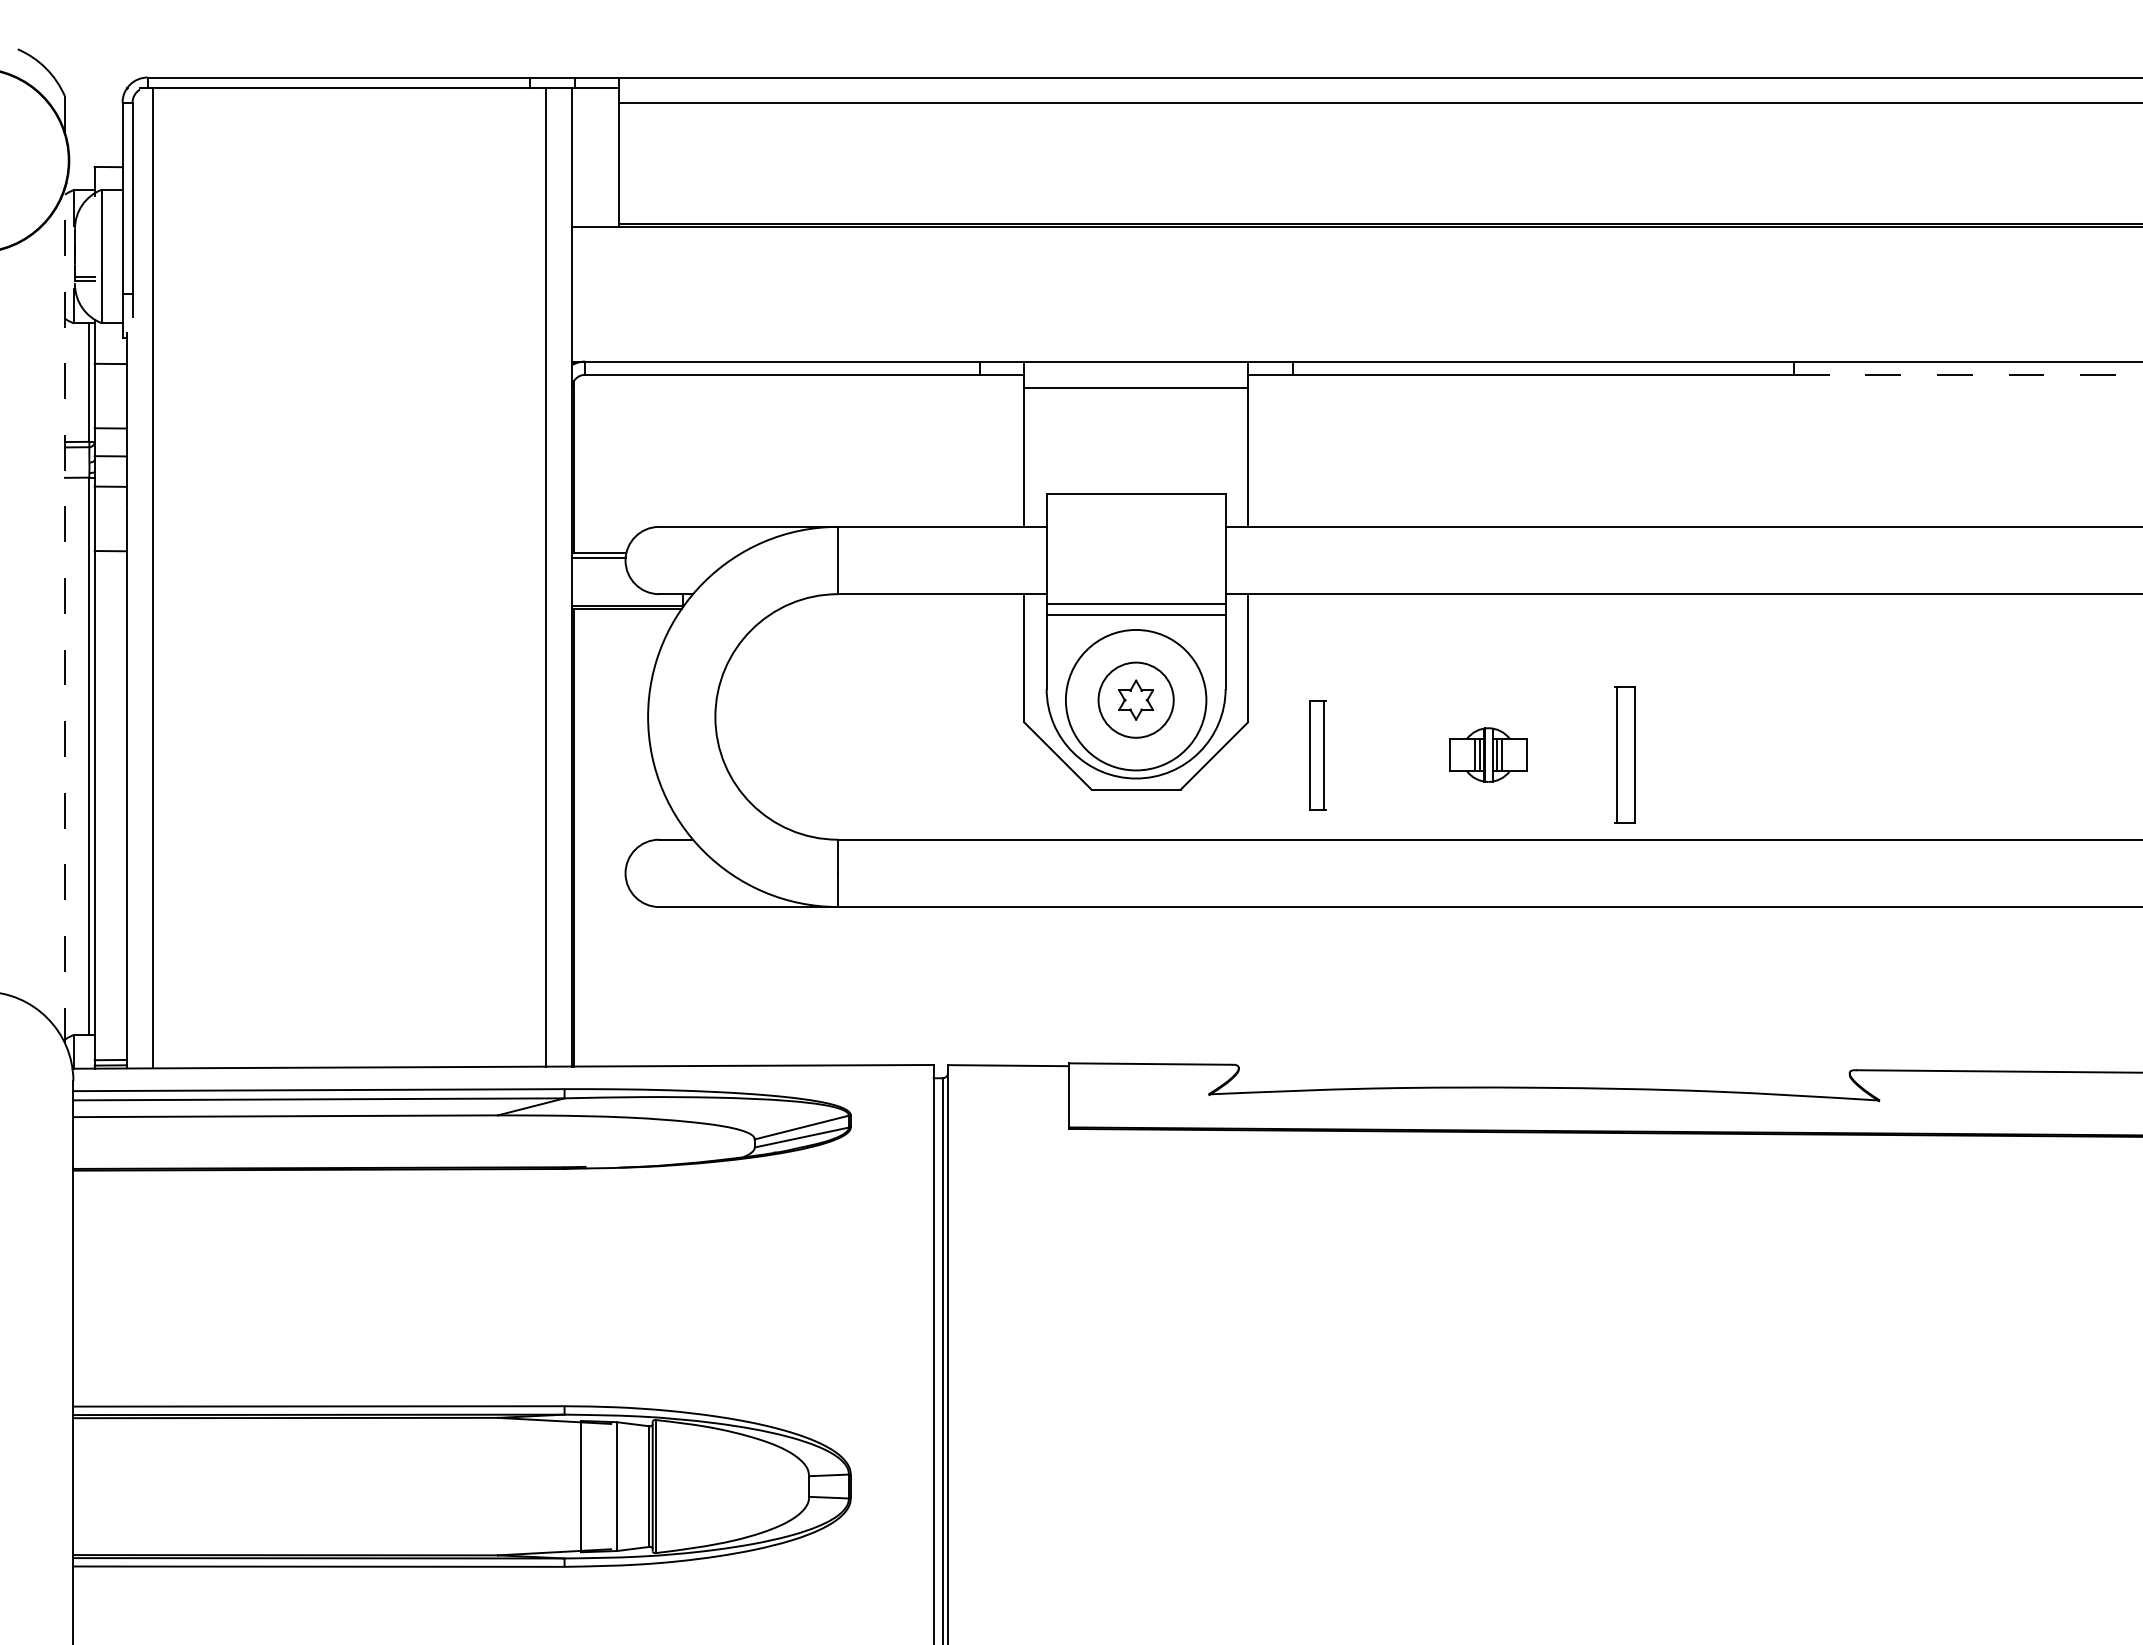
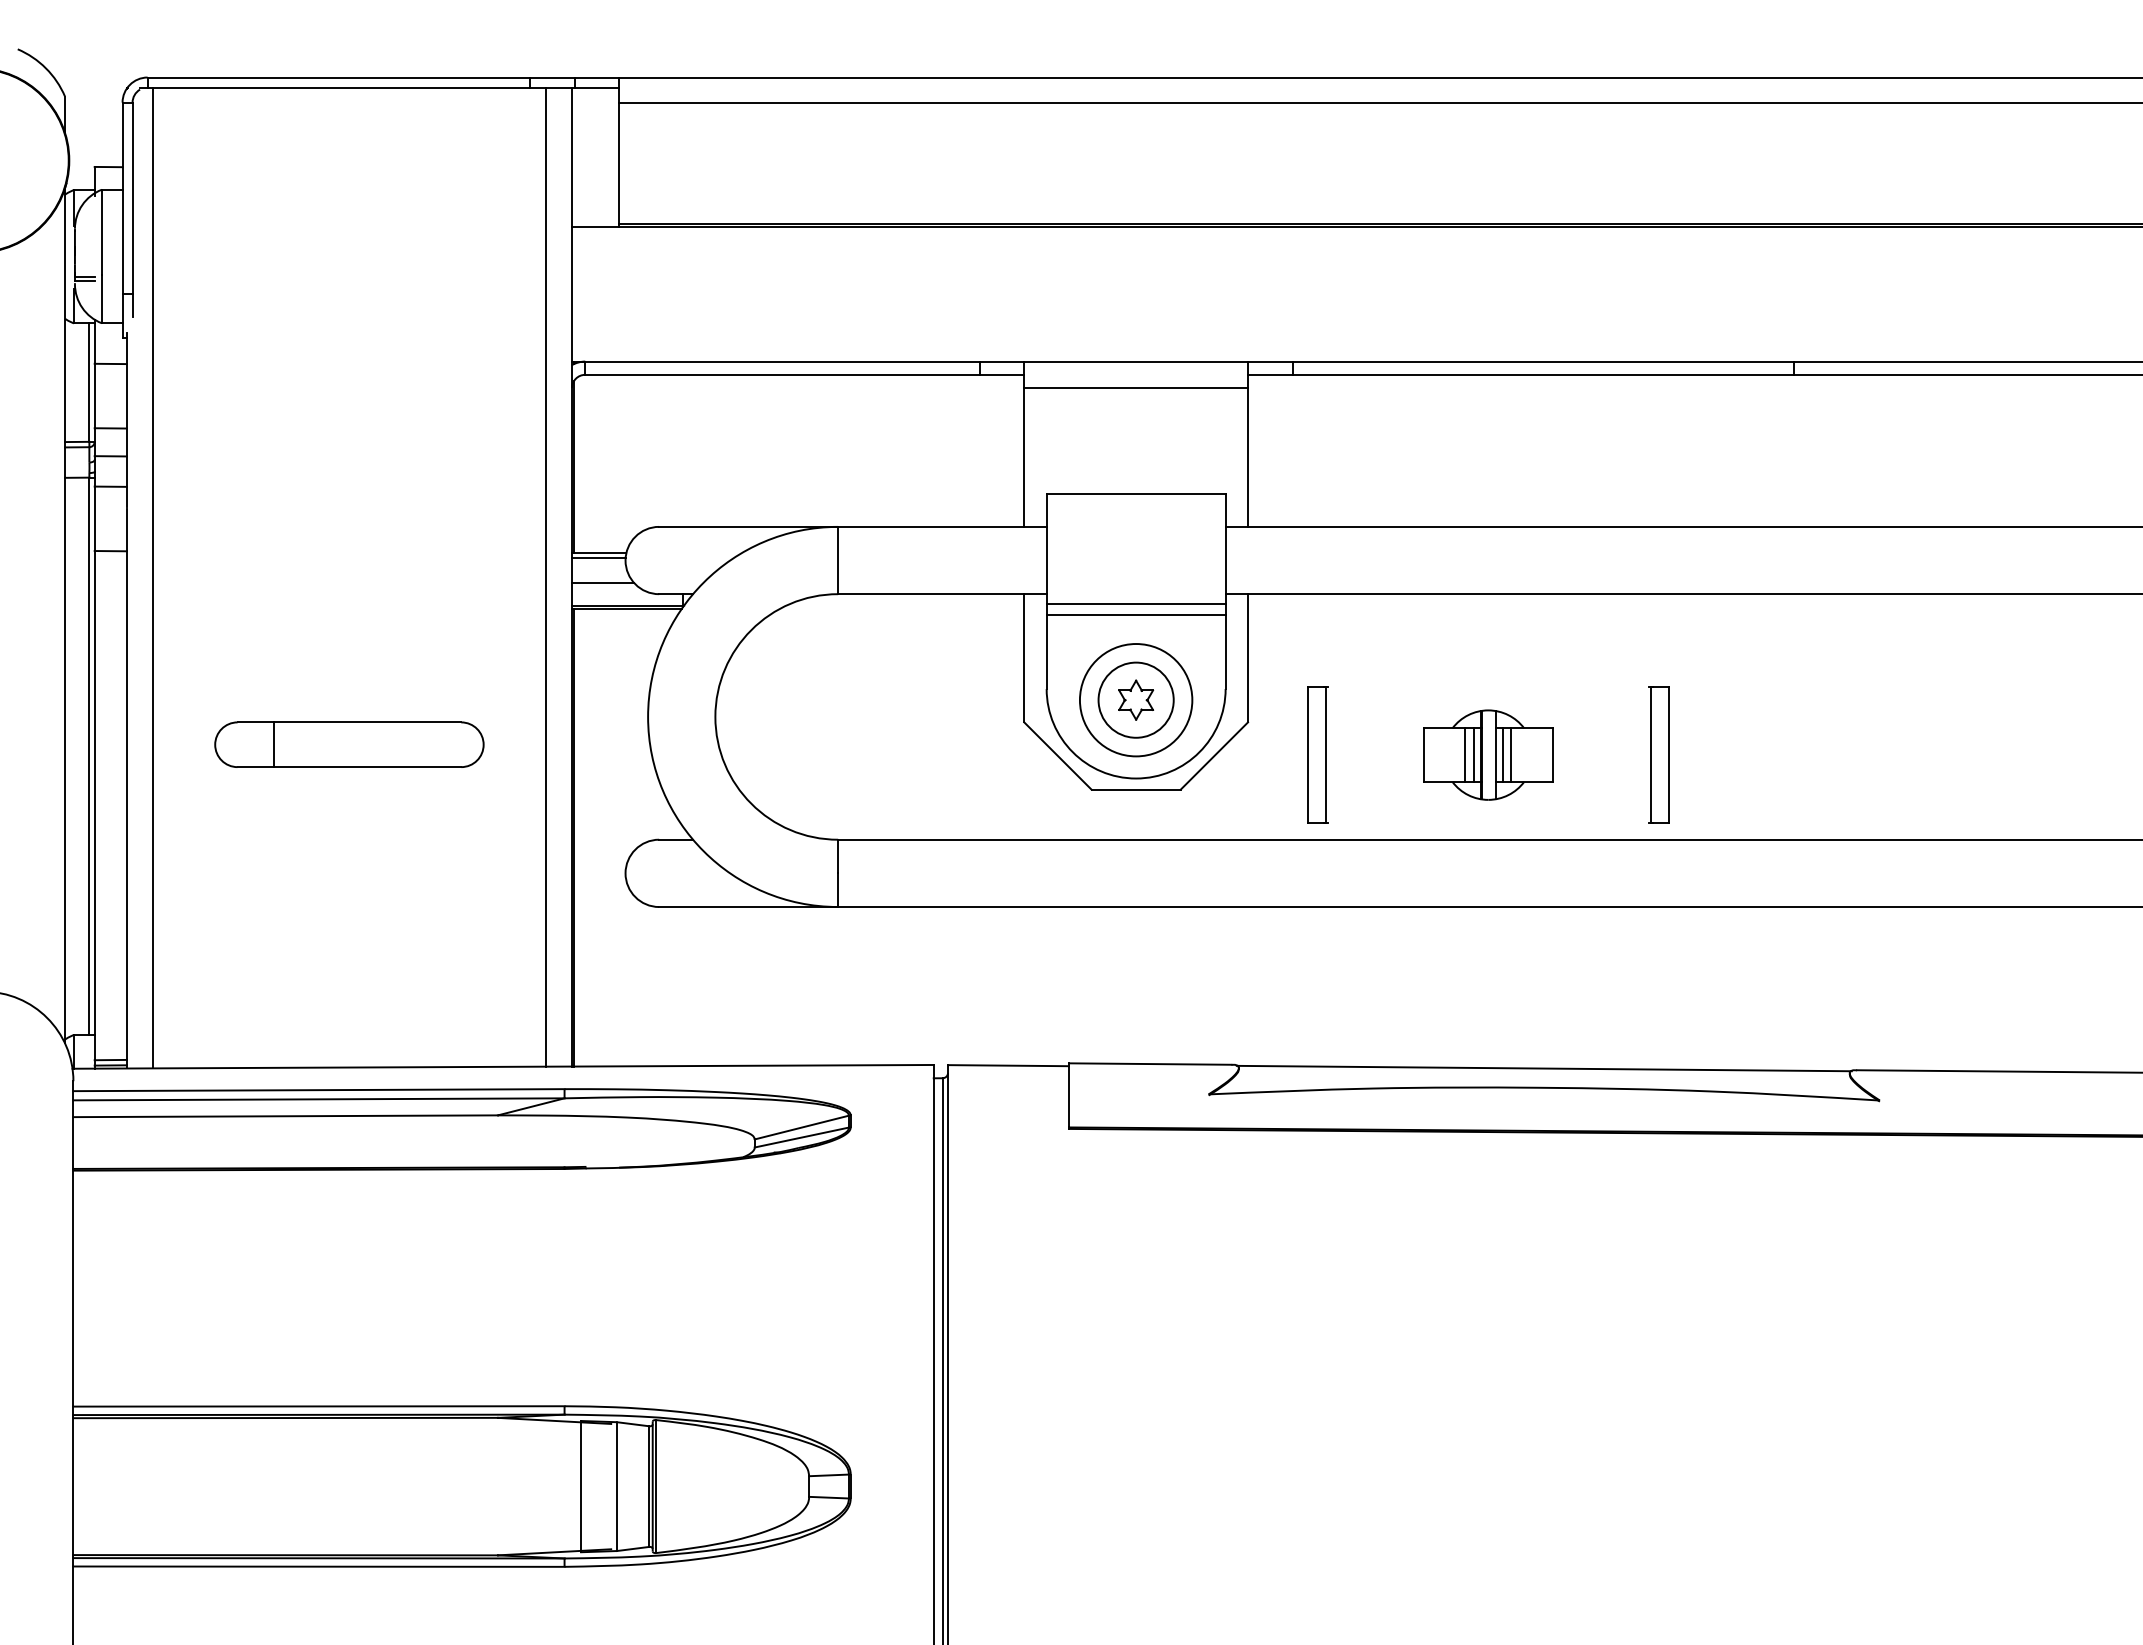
line at (1968, 374): dashed -> solid
line at (603, 583): none -> present
line at (65, 615): dashed -> solid
circle at (1135, 699) diameter: 140 px -> 112 px
part at (349, 744): none -> present
part at (1488, 754) size: 79x56 px -> 131x92 px
part at (1624, 754) position: (1624, 754) -> (1658, 754)
part at (1317, 755) size: 18x111 px -> 22x138 px
line at (1543, 1068): none -> present
